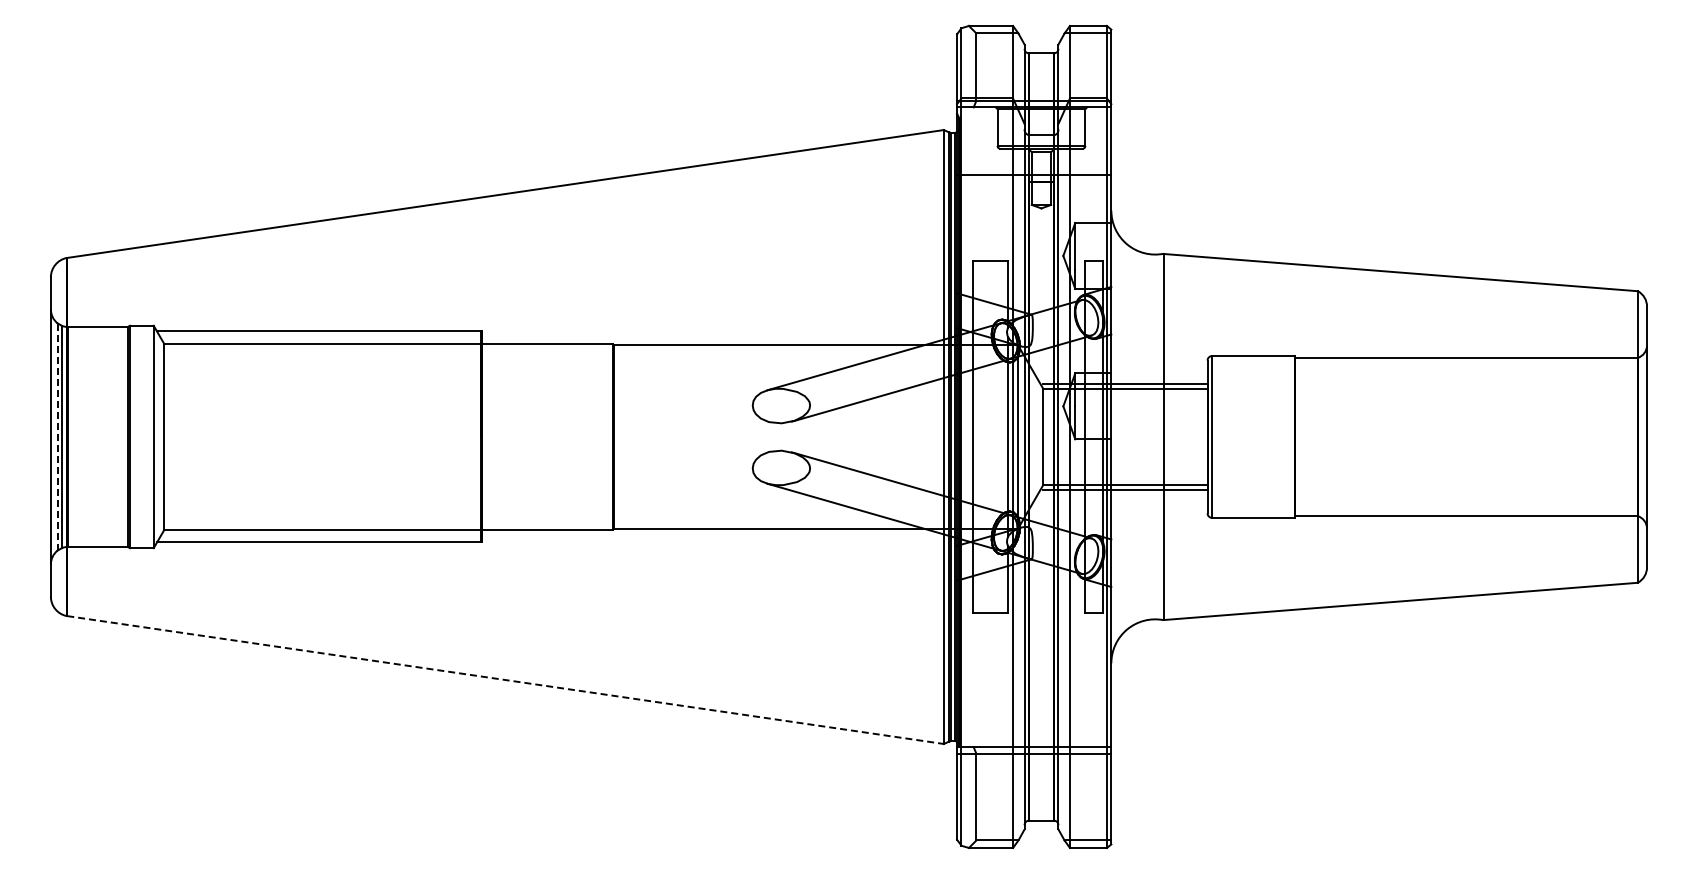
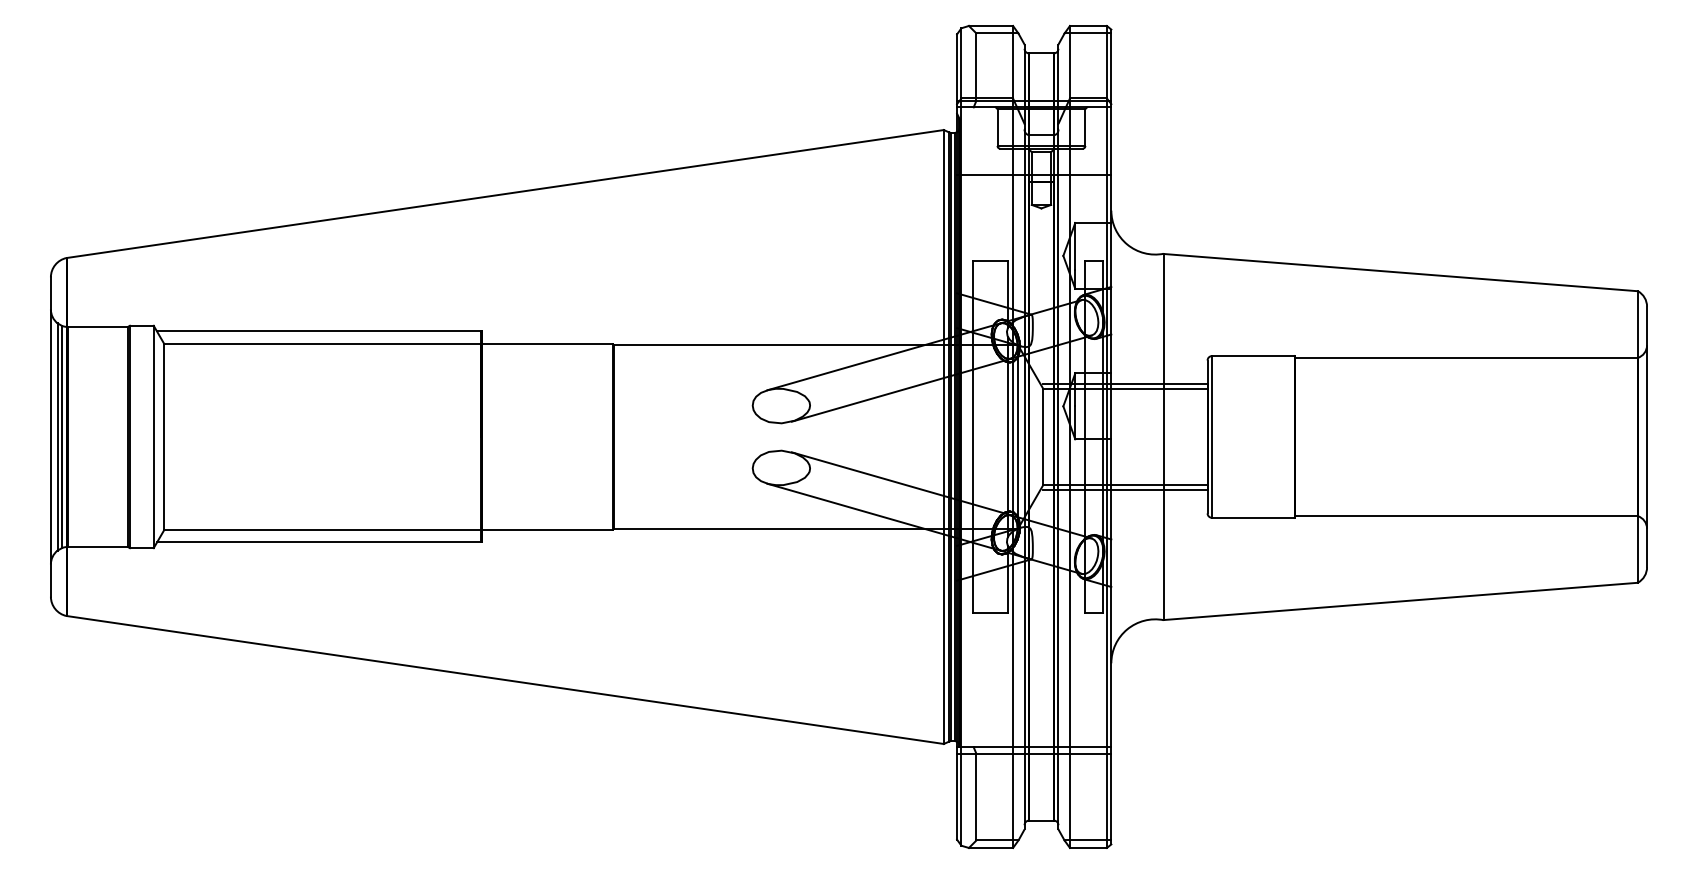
line at (57, 436): dashed -> solid
line at (505, 680): dashed -> solid
